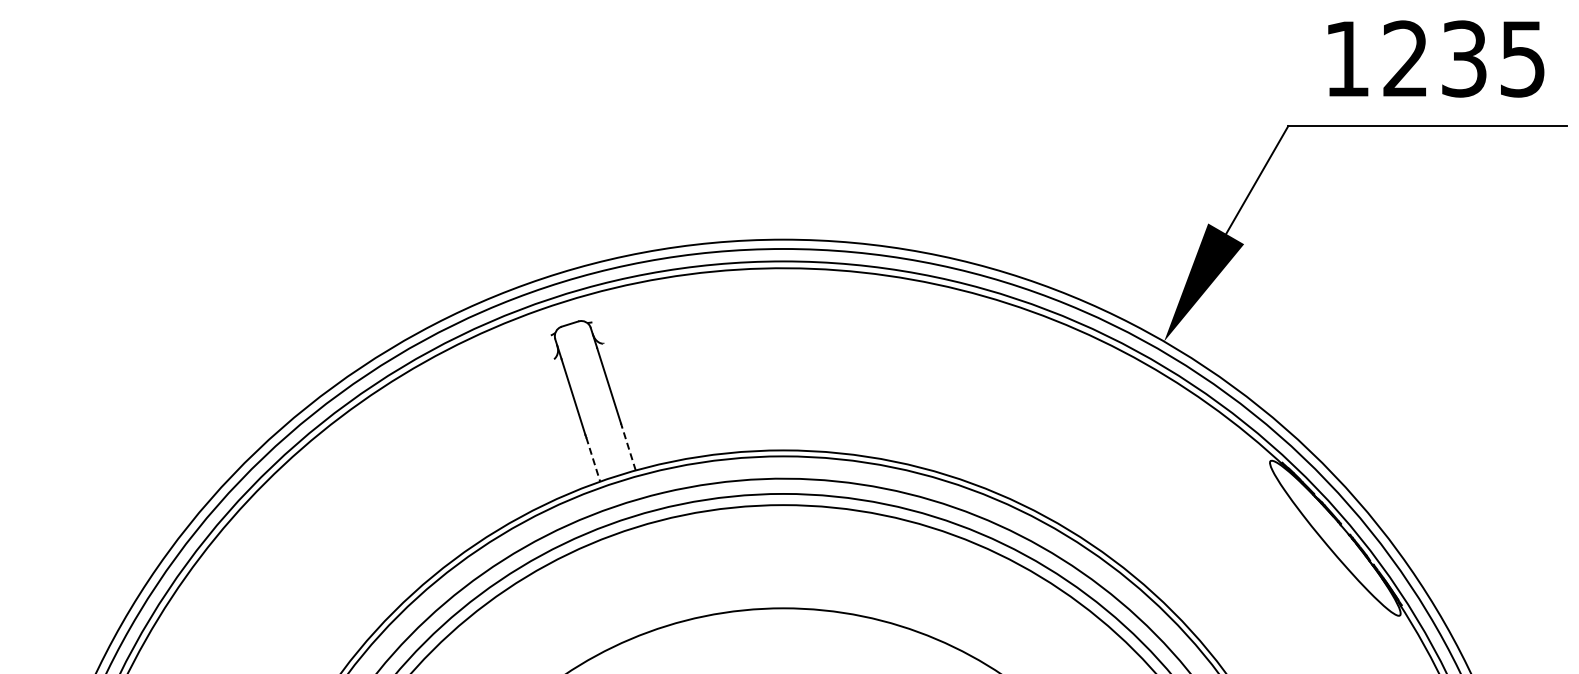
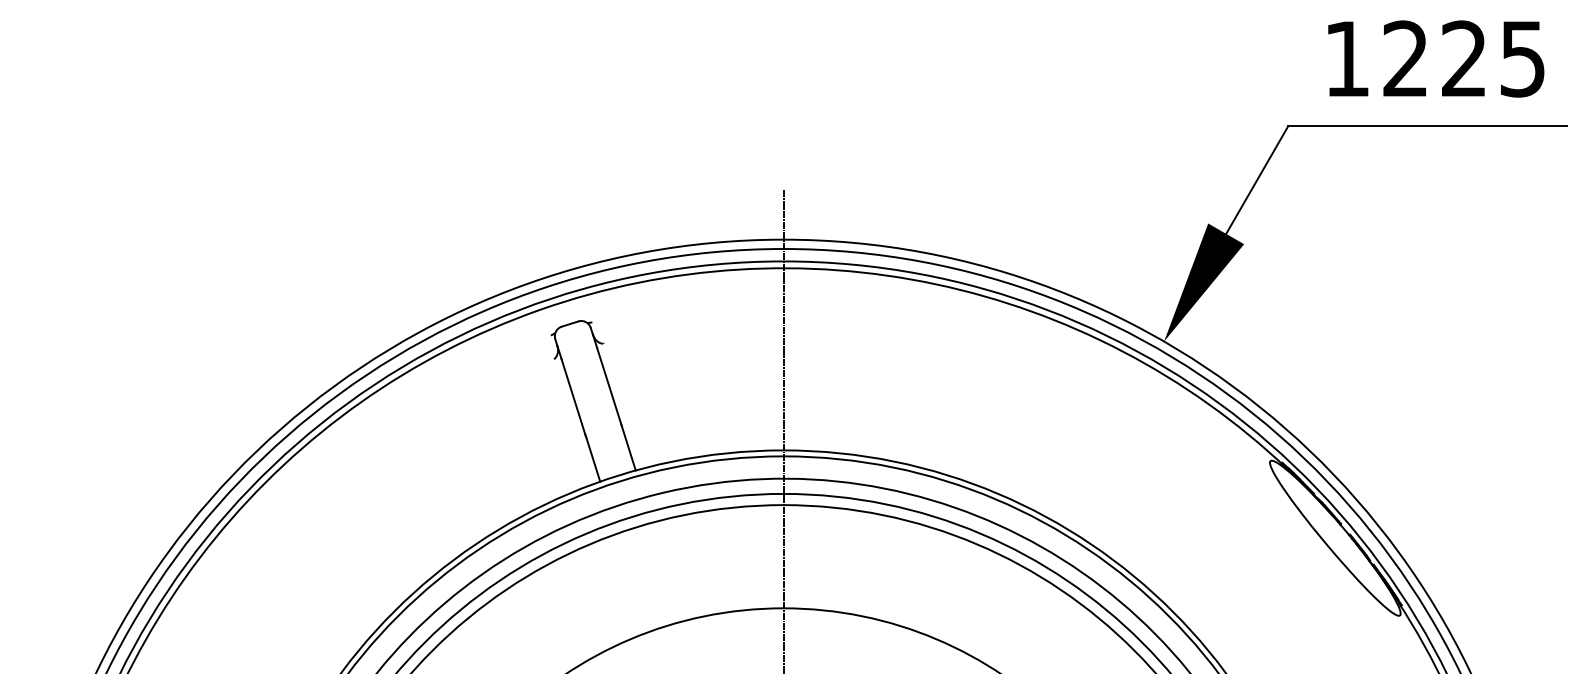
text at (1464, 58): 1235 -> 1225
line at (783, 429): none -> present
line at (628, 447): dashed -> solid
line at (593, 460): dashed -> solid
